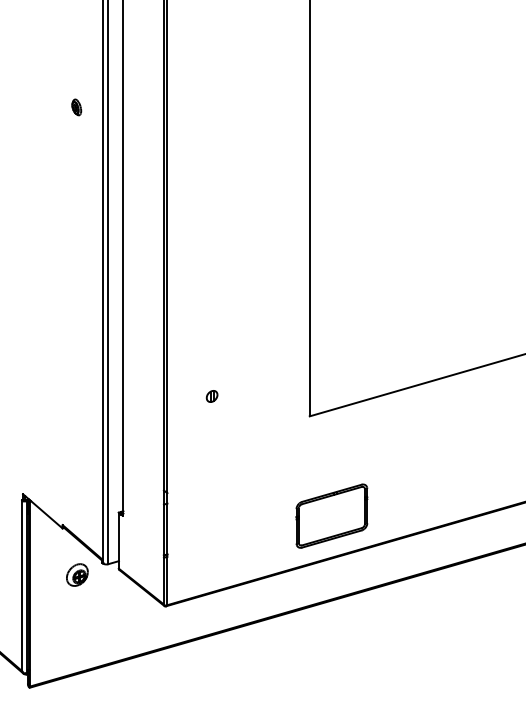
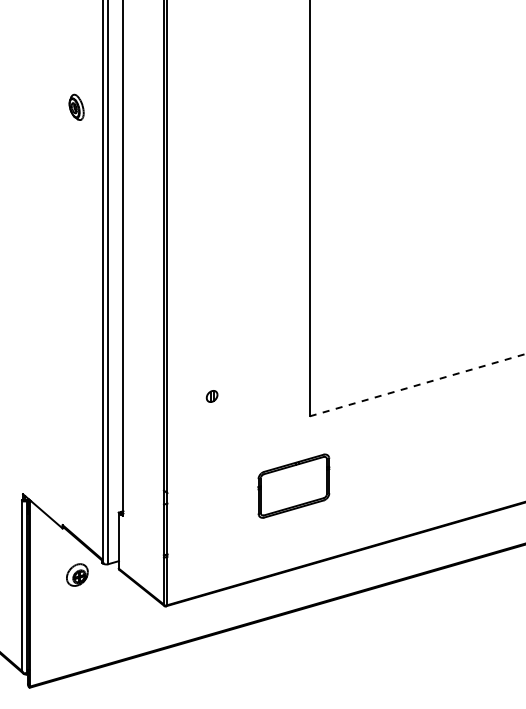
part at (76, 107) size: 12x19 px -> 17x28 px
line at (418, 385): solid -> dashed
part at (331, 515) position: (331, 515) -> (293, 485)
